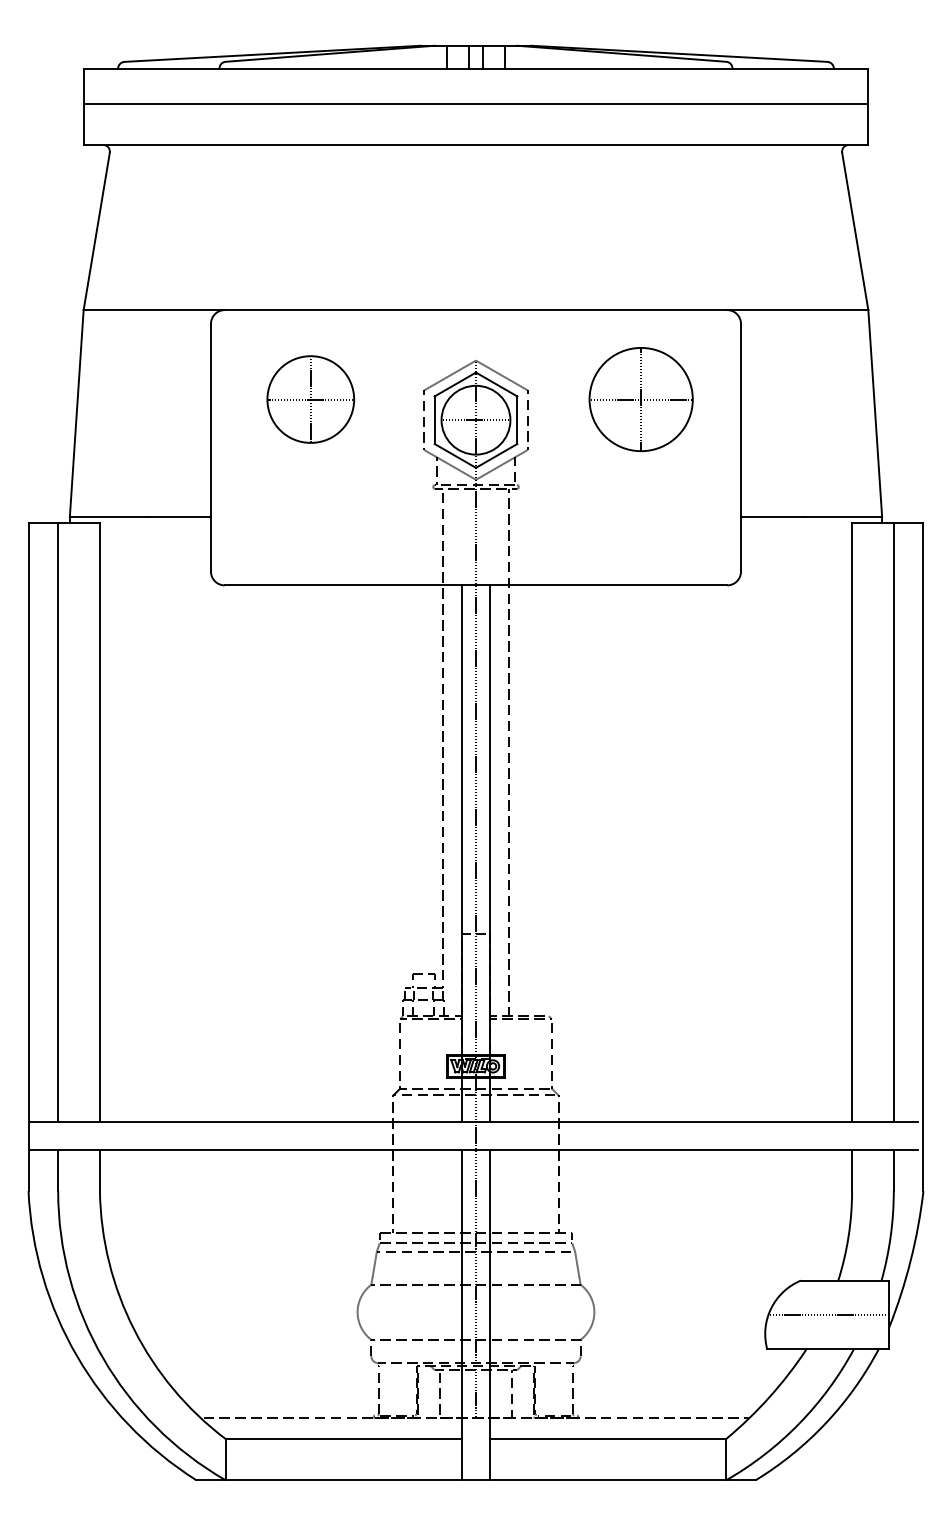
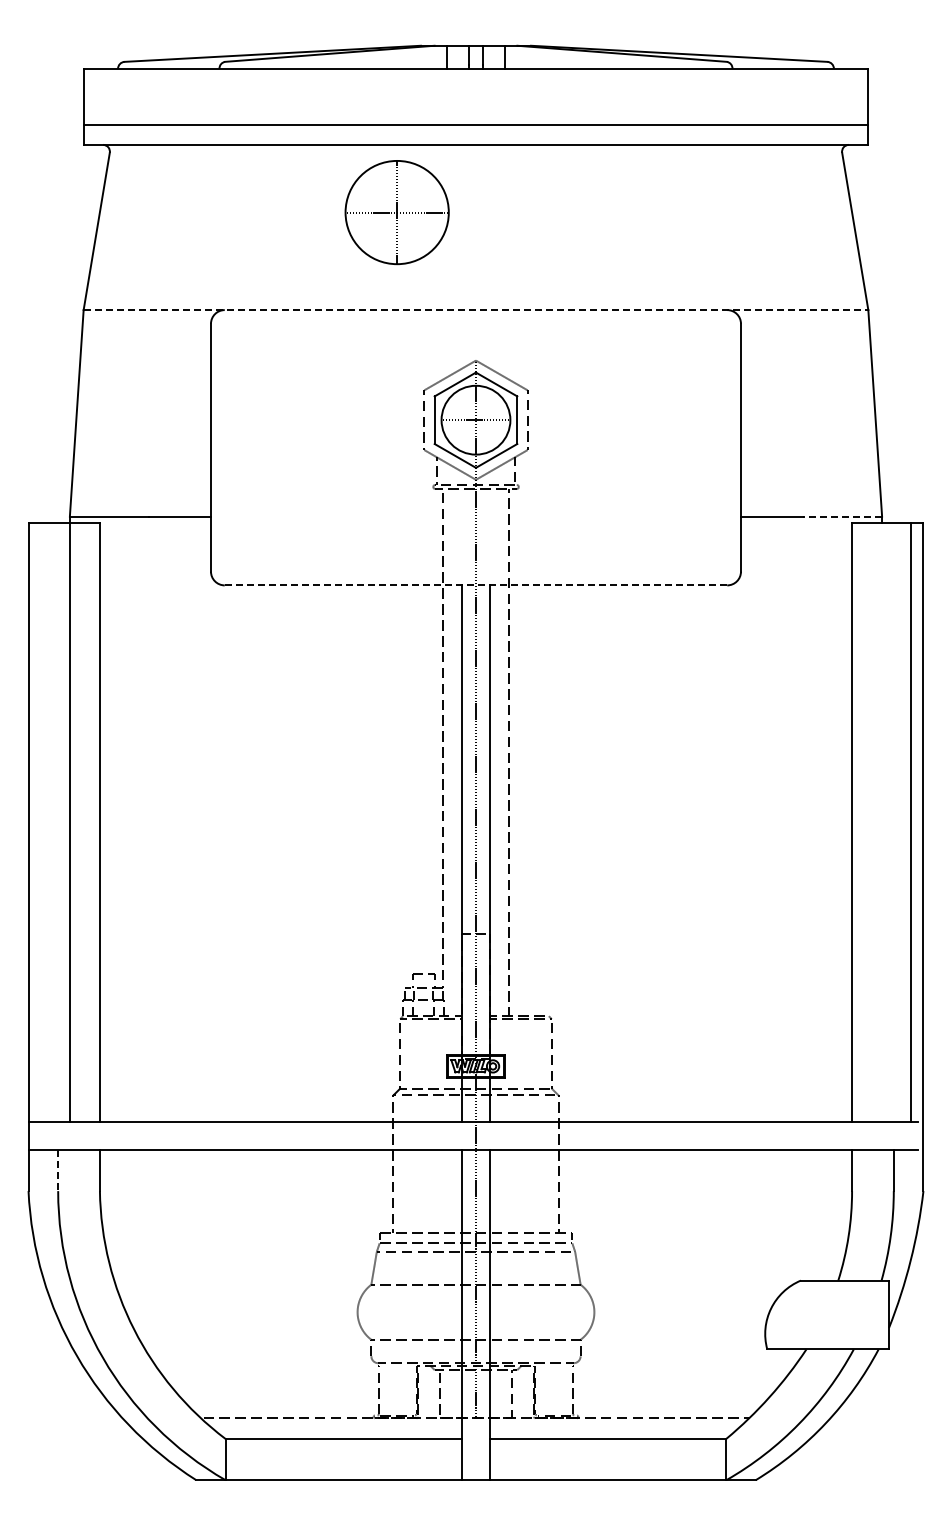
line at (475, 103) position: (475, 103) -> (475, 124)
line at (476, 310): solid -> dashed
part at (310, 399): present -> none
part at (640, 399) position: (640, 399) -> (396, 212)
line at (842, 516): solid -> dashed
line at (476, 585): solid -> dashed
line at (58, 822) position: (58, 822) -> (70, 822)
line at (893, 822) position: (893, 822) -> (910, 822)
line at (58, 1170): solid -> dashed
line at (828, 1315): present -> none
